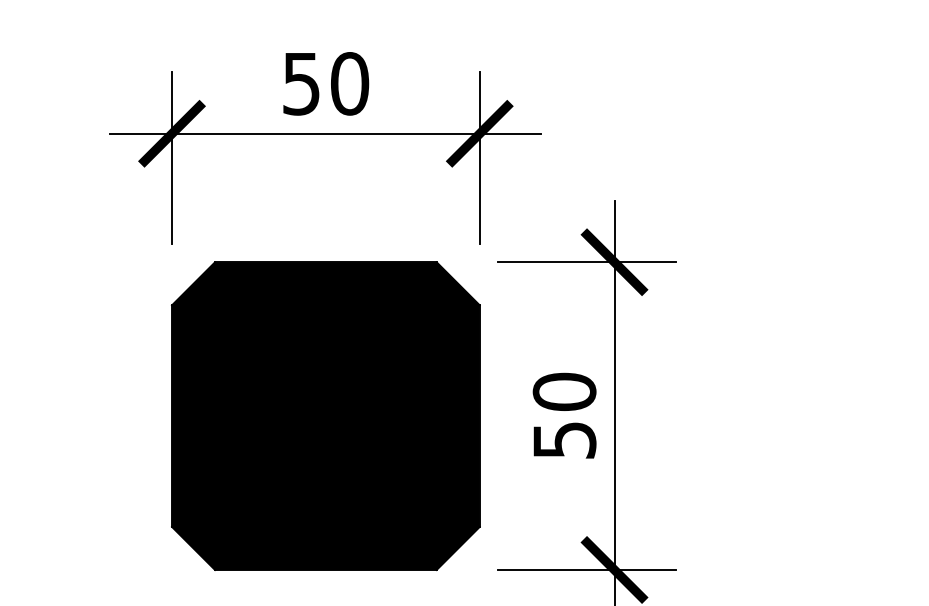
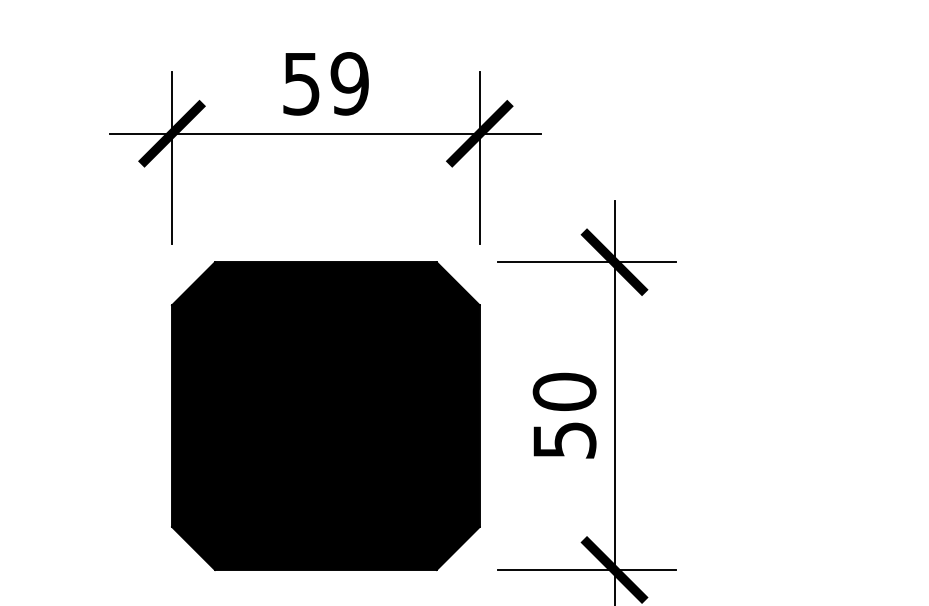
text at (349, 83): 50 -> 59
